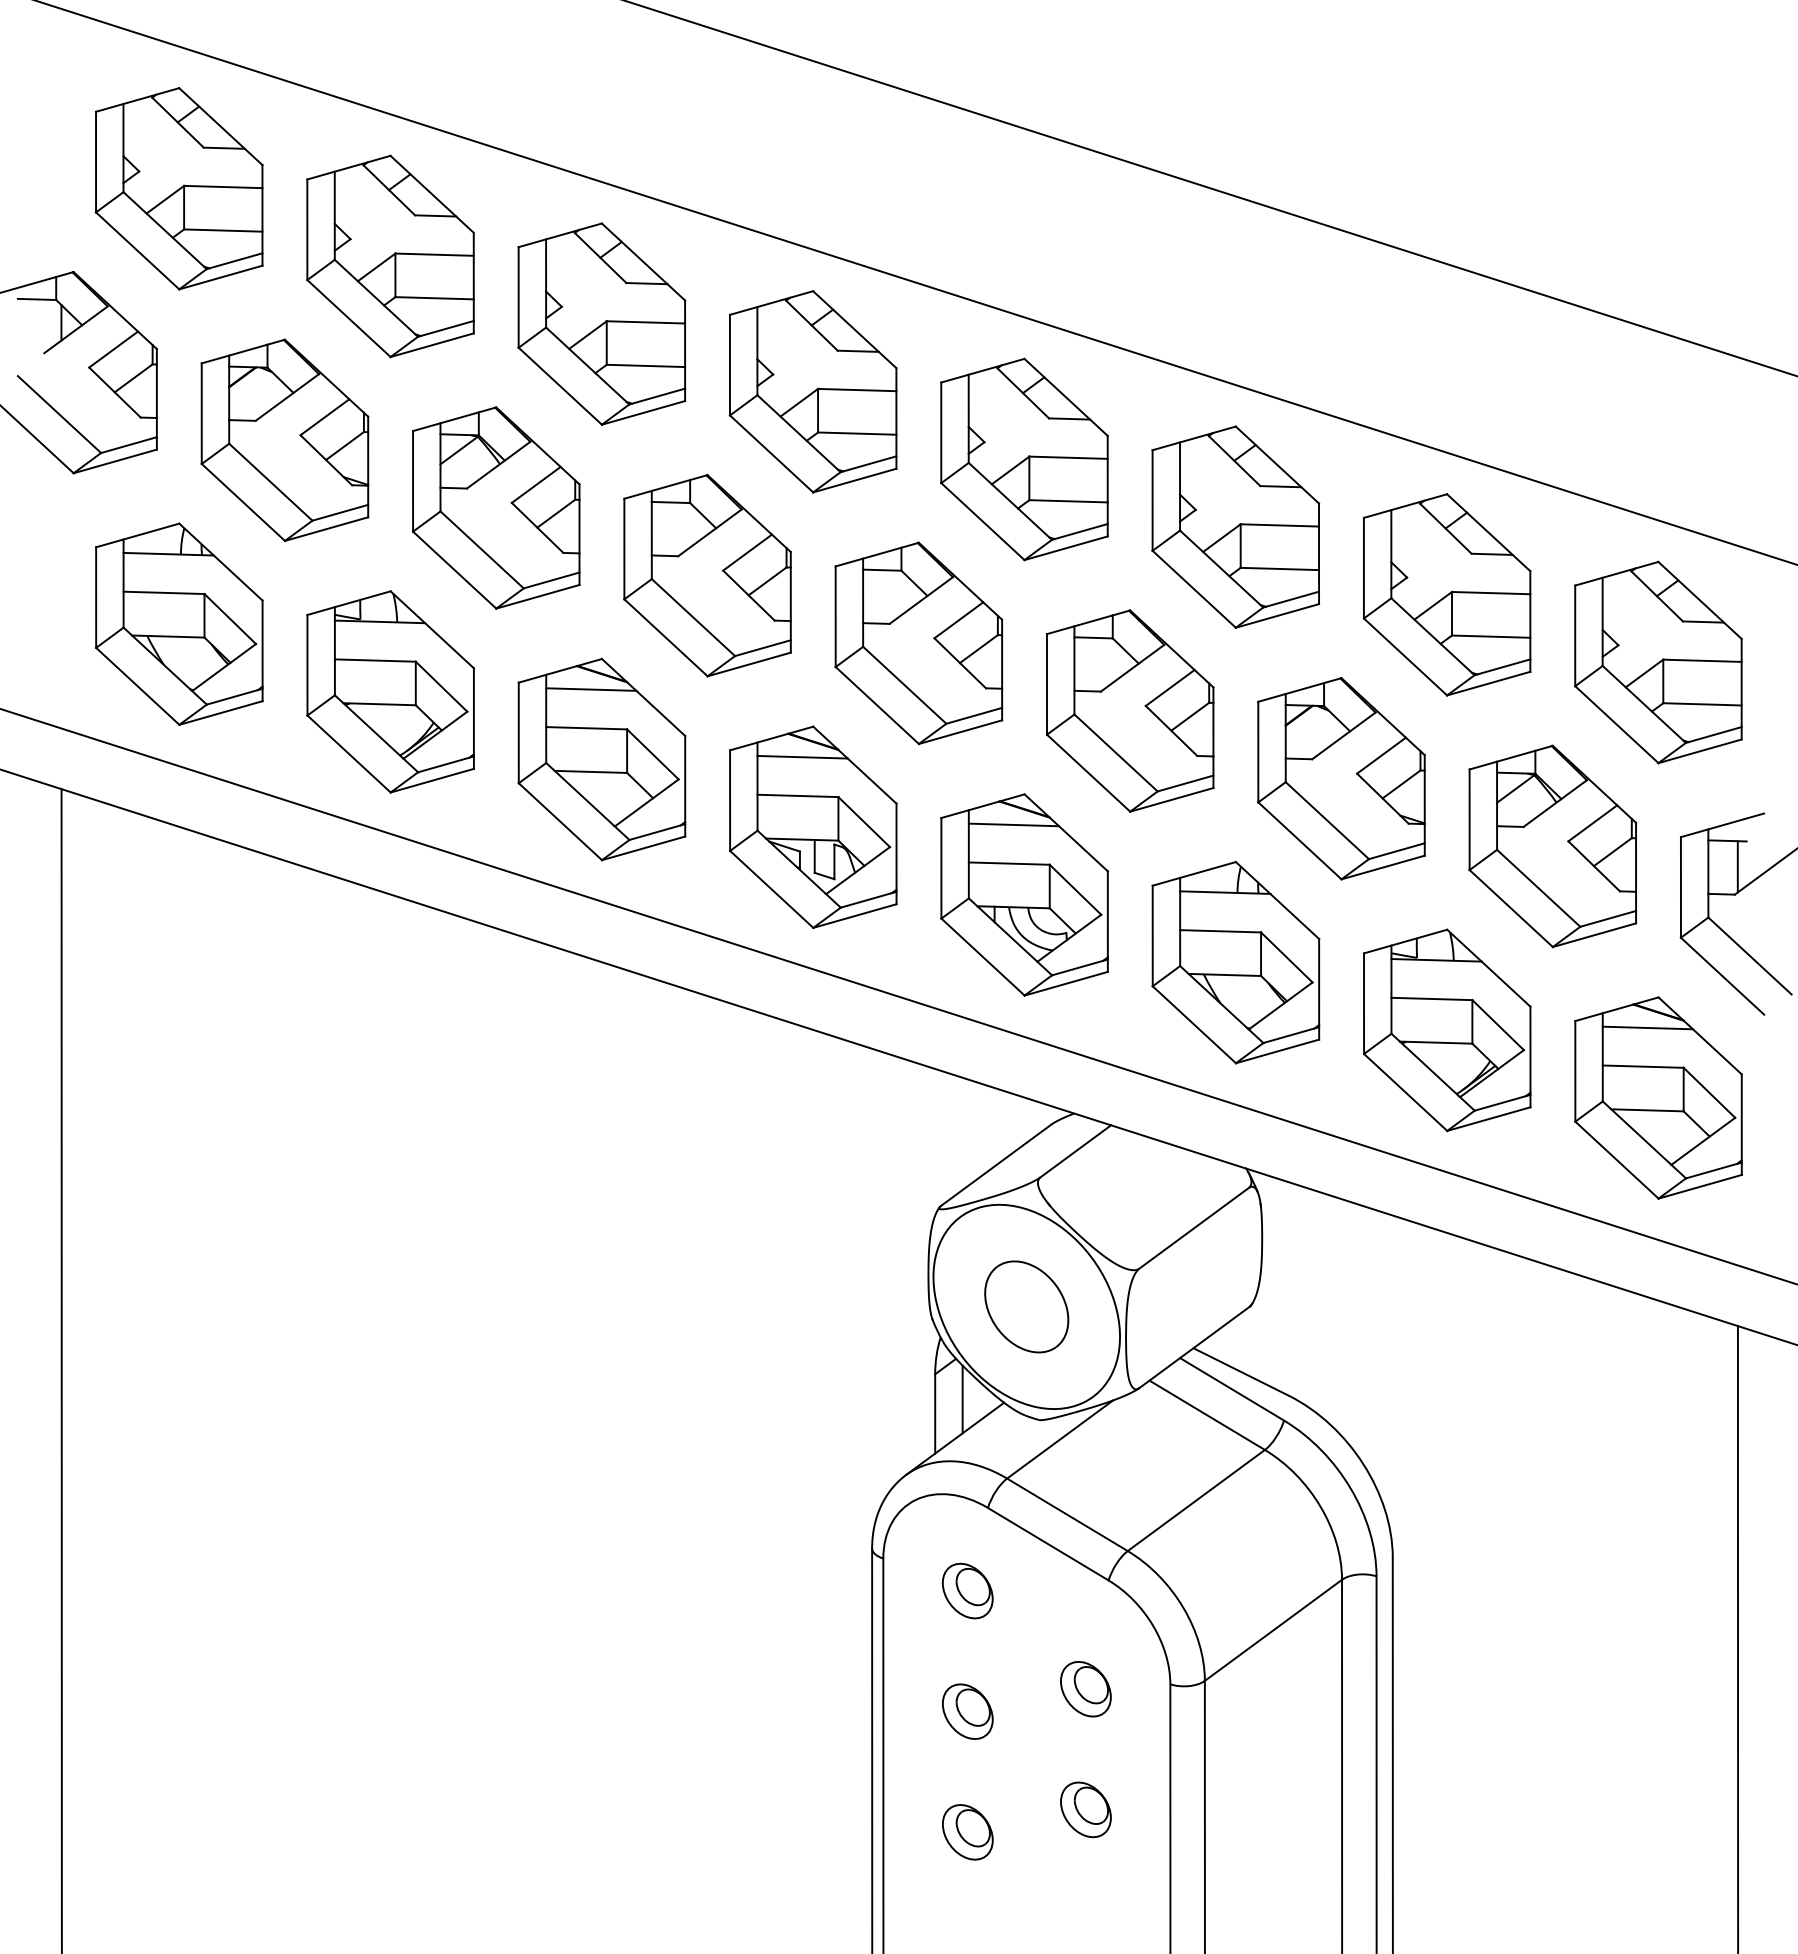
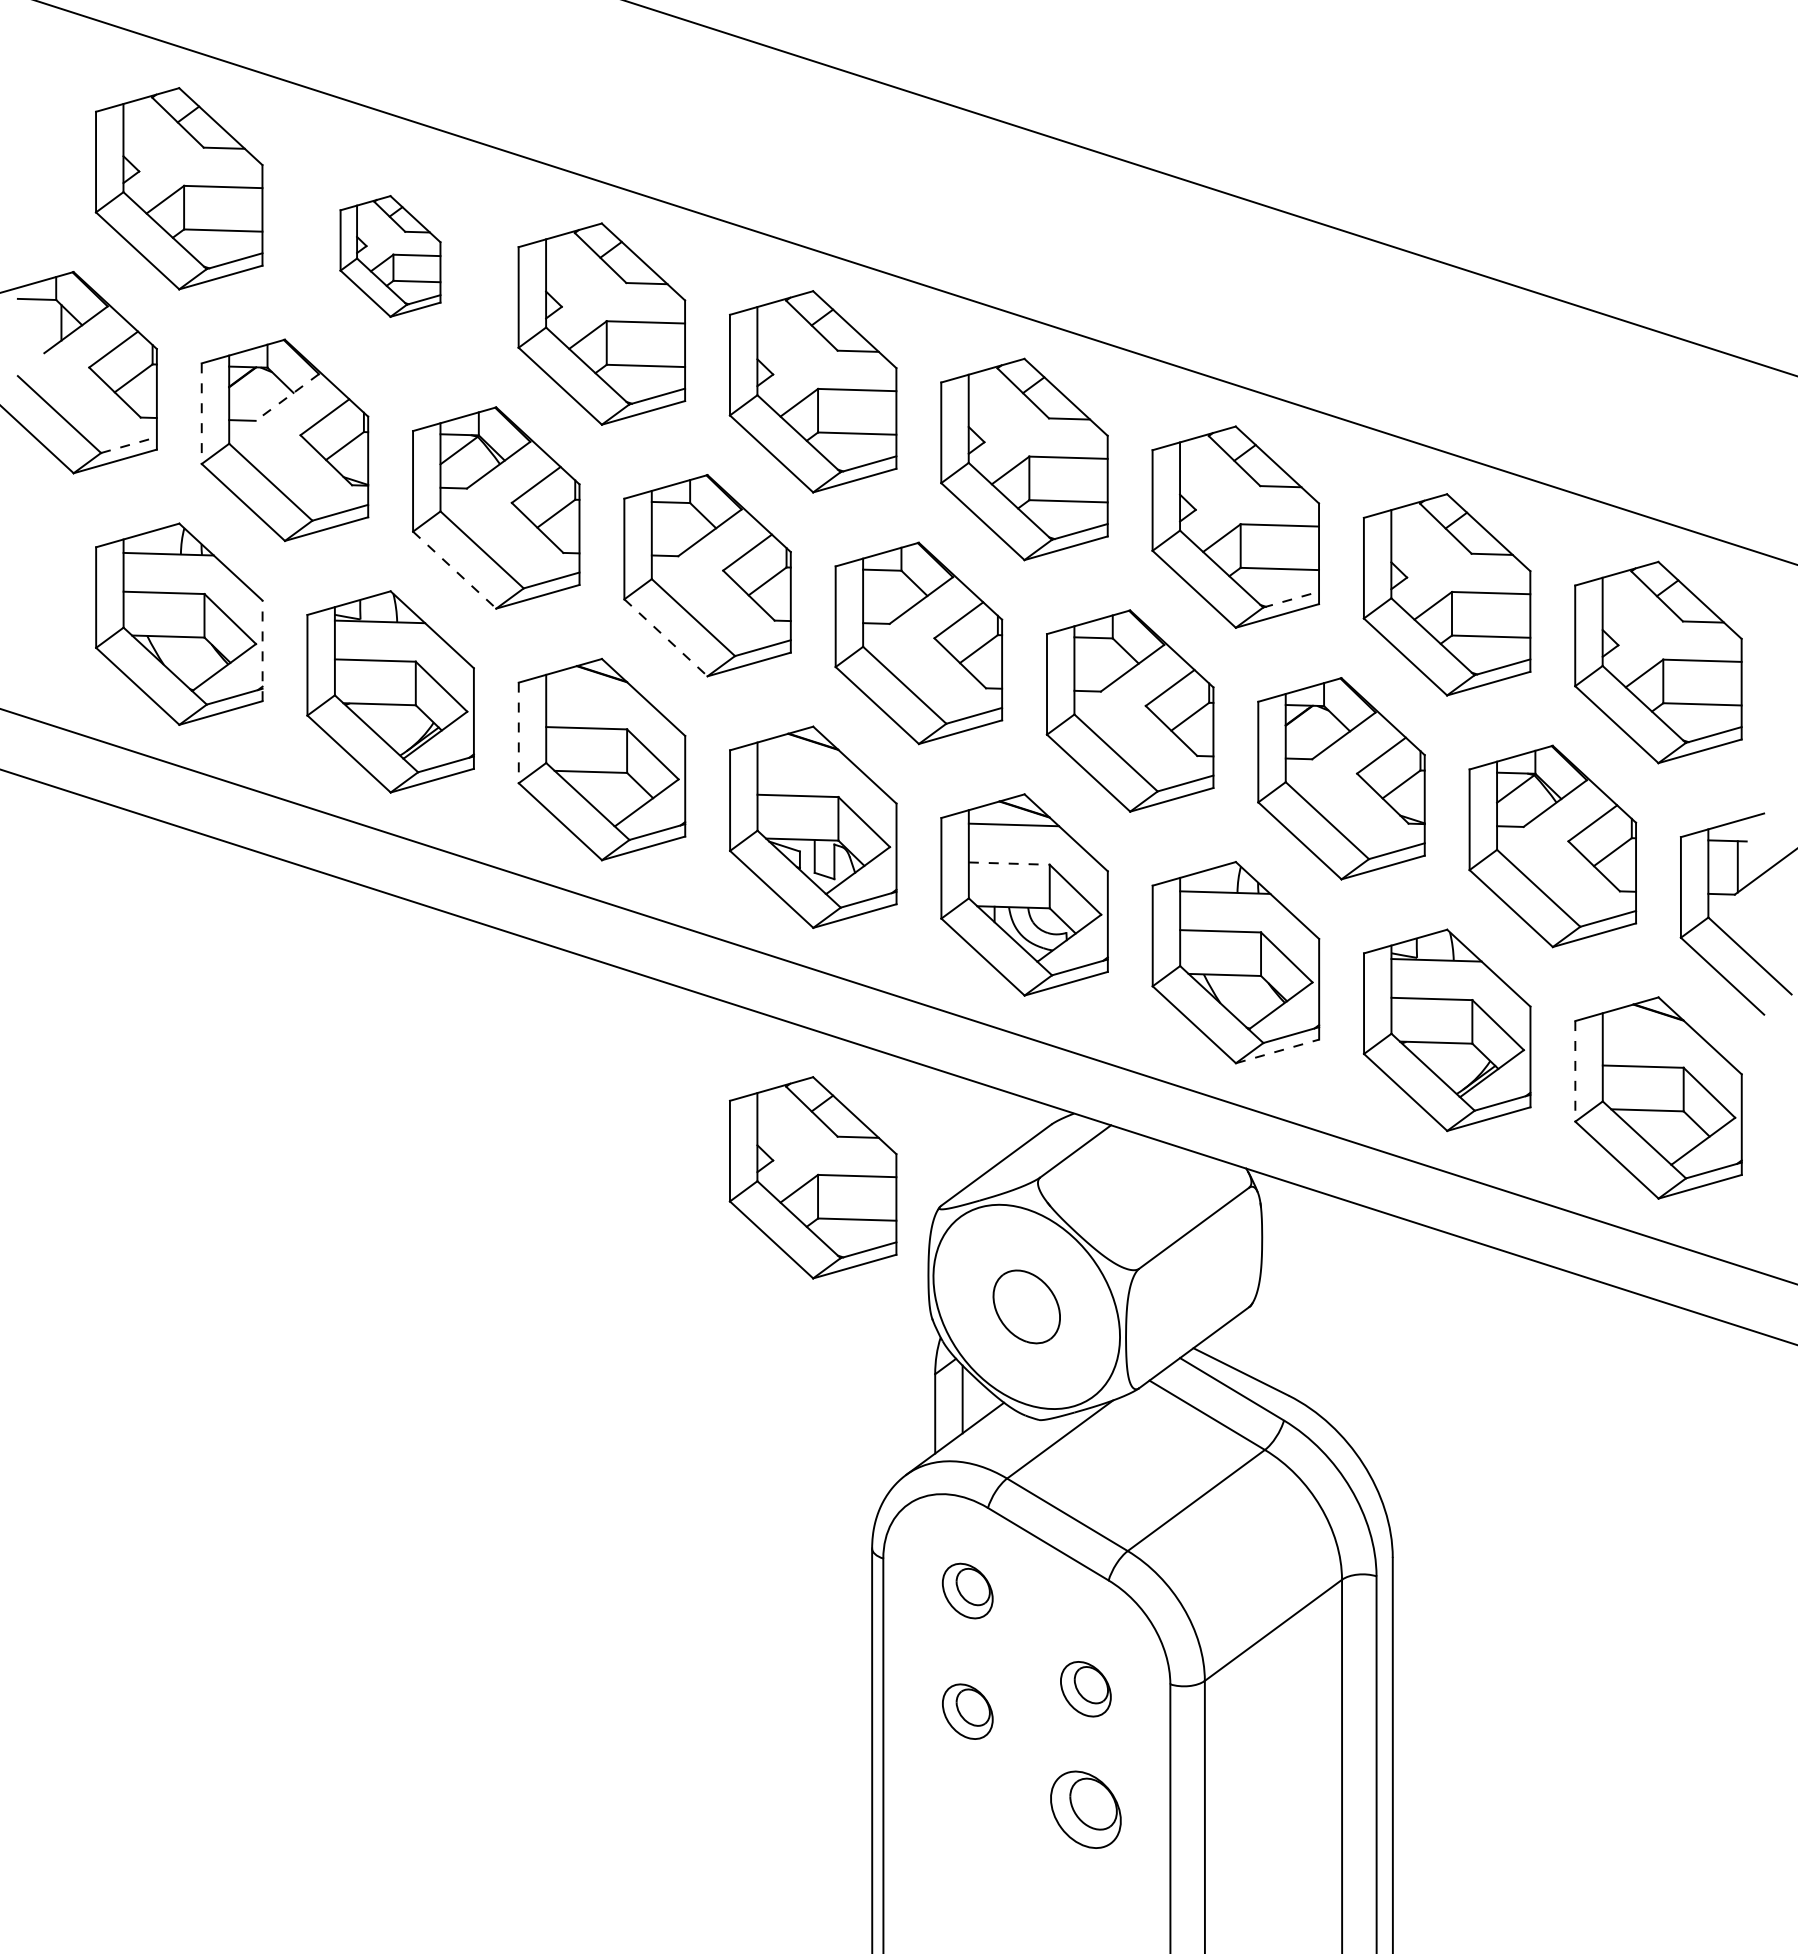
part at (390, 256) size: 169x205 px -> 103x123 px
line at (286, 397): solid -> dashed
line at (201, 414): solid -> dashed
line at (129, 445): solid -> dashed
line at (454, 570): solid -> dashed
line at (1291, 599): solid -> dashed
line at (666, 637): solid -> dashed
line at (262, 650): solid -> dashed
line at (591, 689): present -> none
line at (518, 733): solid -> dashed
line at (802, 756): present -> none
line at (1009, 863): solid -> dashed
line at (1647, 1027): present -> none
line at (1278, 1051): solid -> dashed
line at (1575, 1071): solid -> dashed
part at (812, 1177): none -> present
part at (1026, 1306) size: 86x94 px -> 69x76 px
line at (61, 1369): present -> none
line at (1737, 1638): present -> none
part at (1085, 1809) size: 52x58 px -> 72x79 px
part at (967, 1832): present -> none
